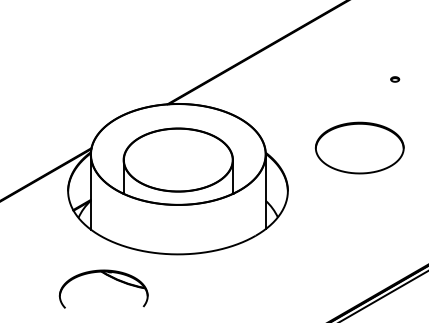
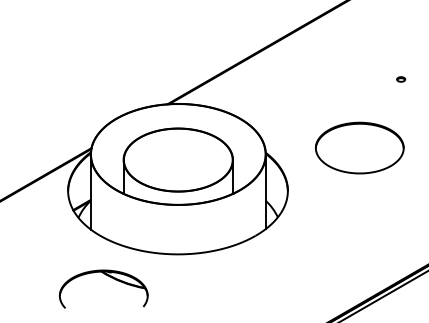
part at (395, 79) position: (395, 79) -> (401, 79)
